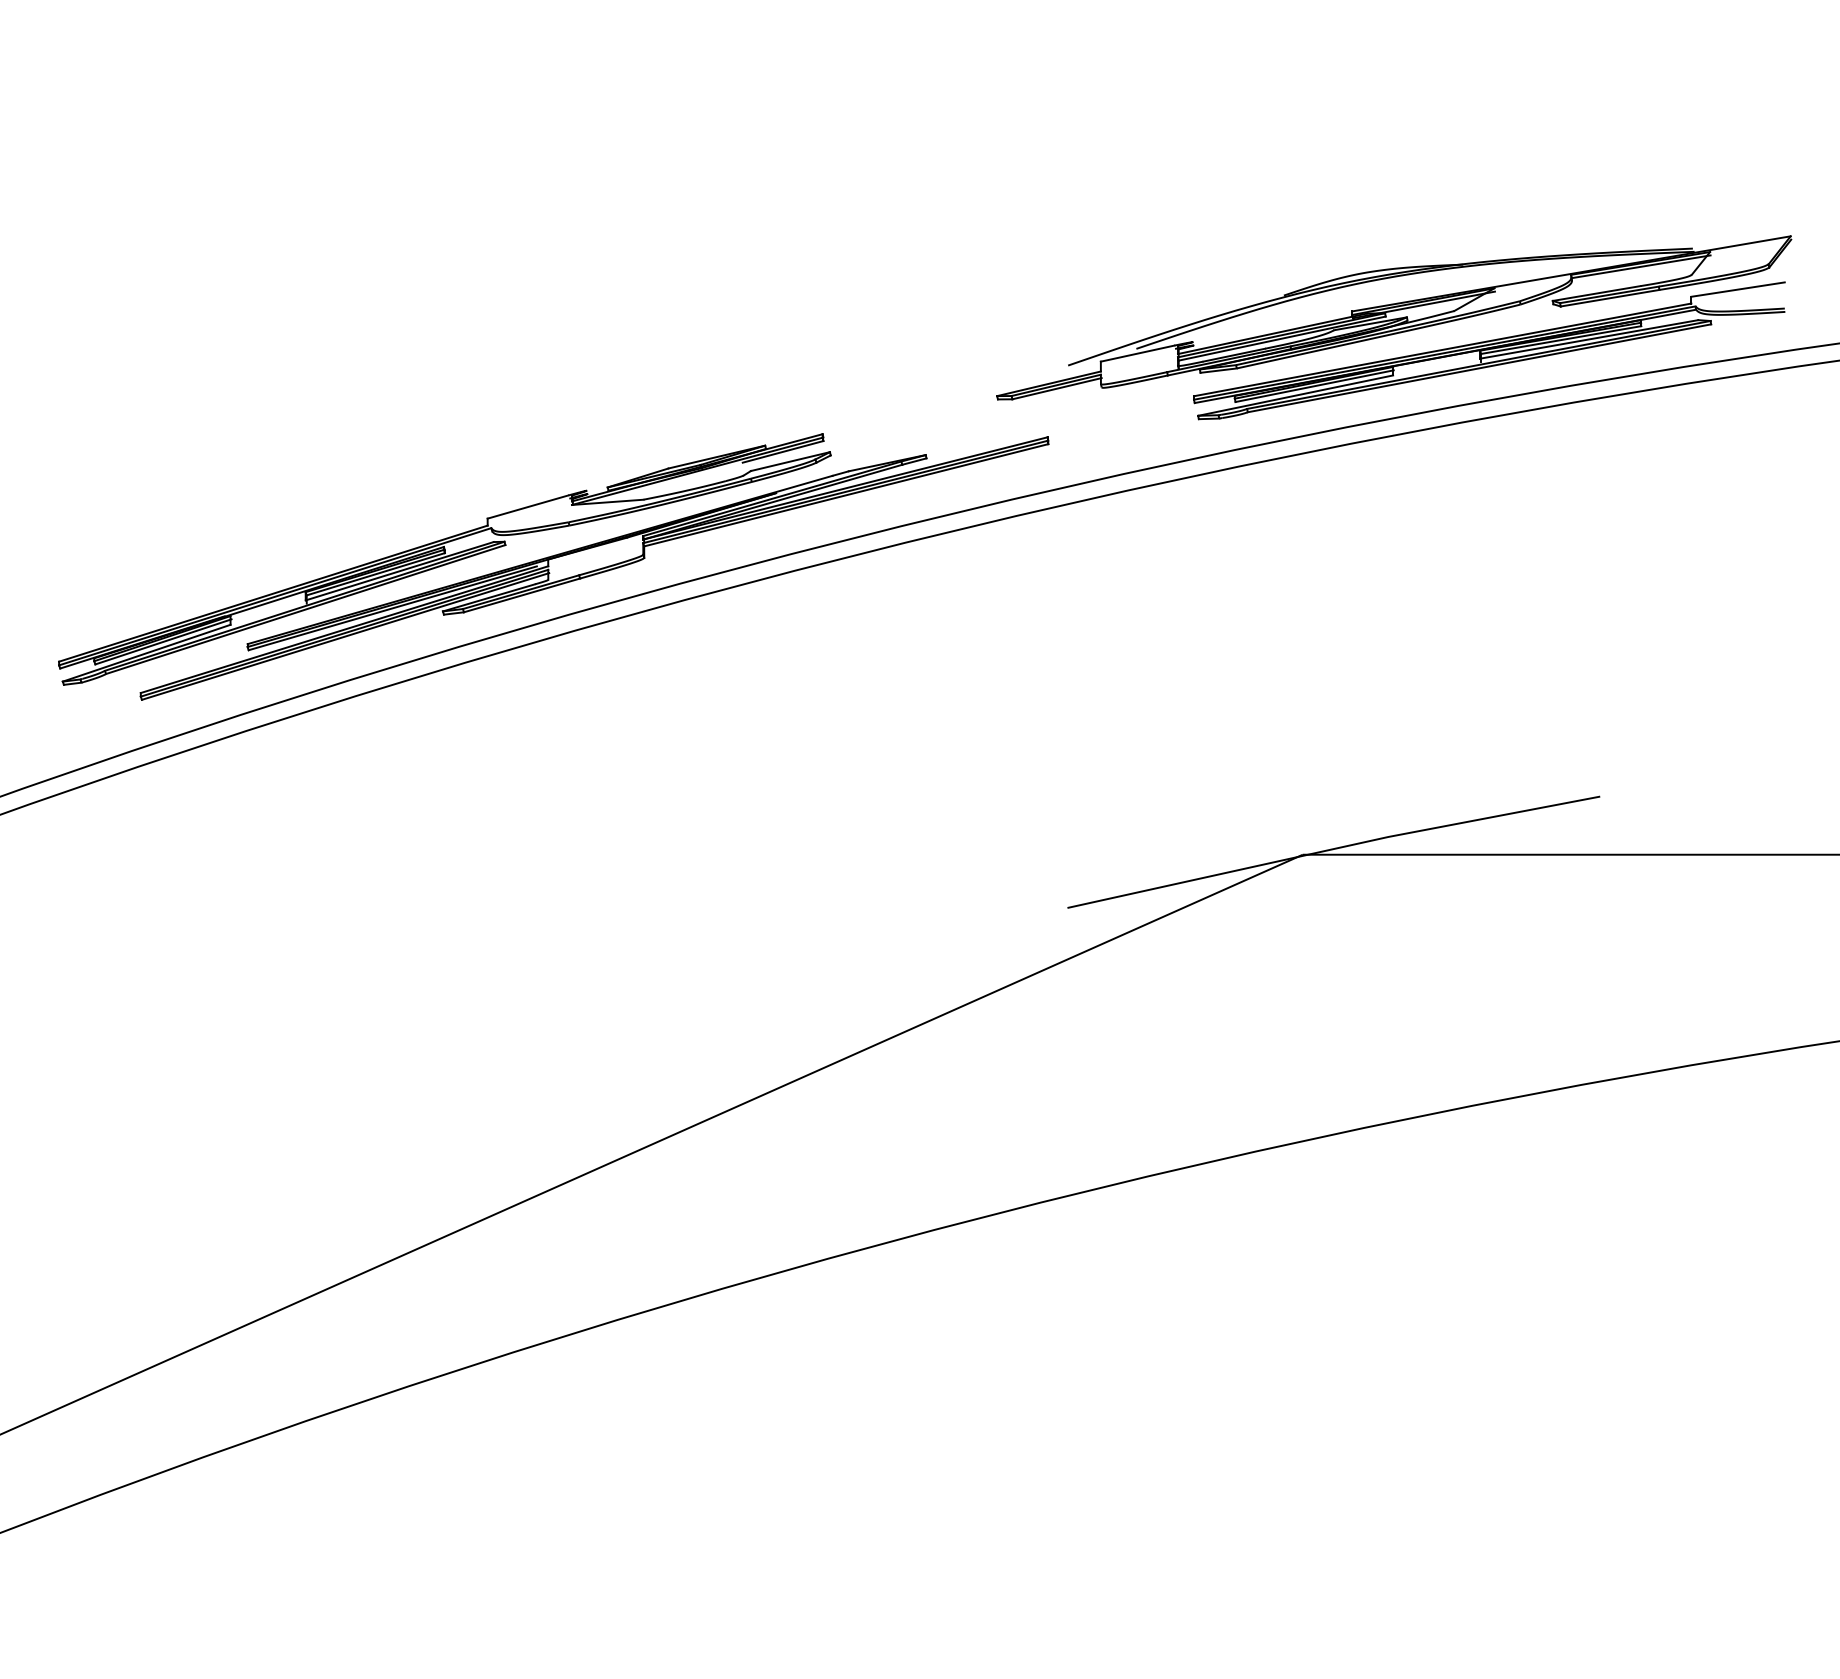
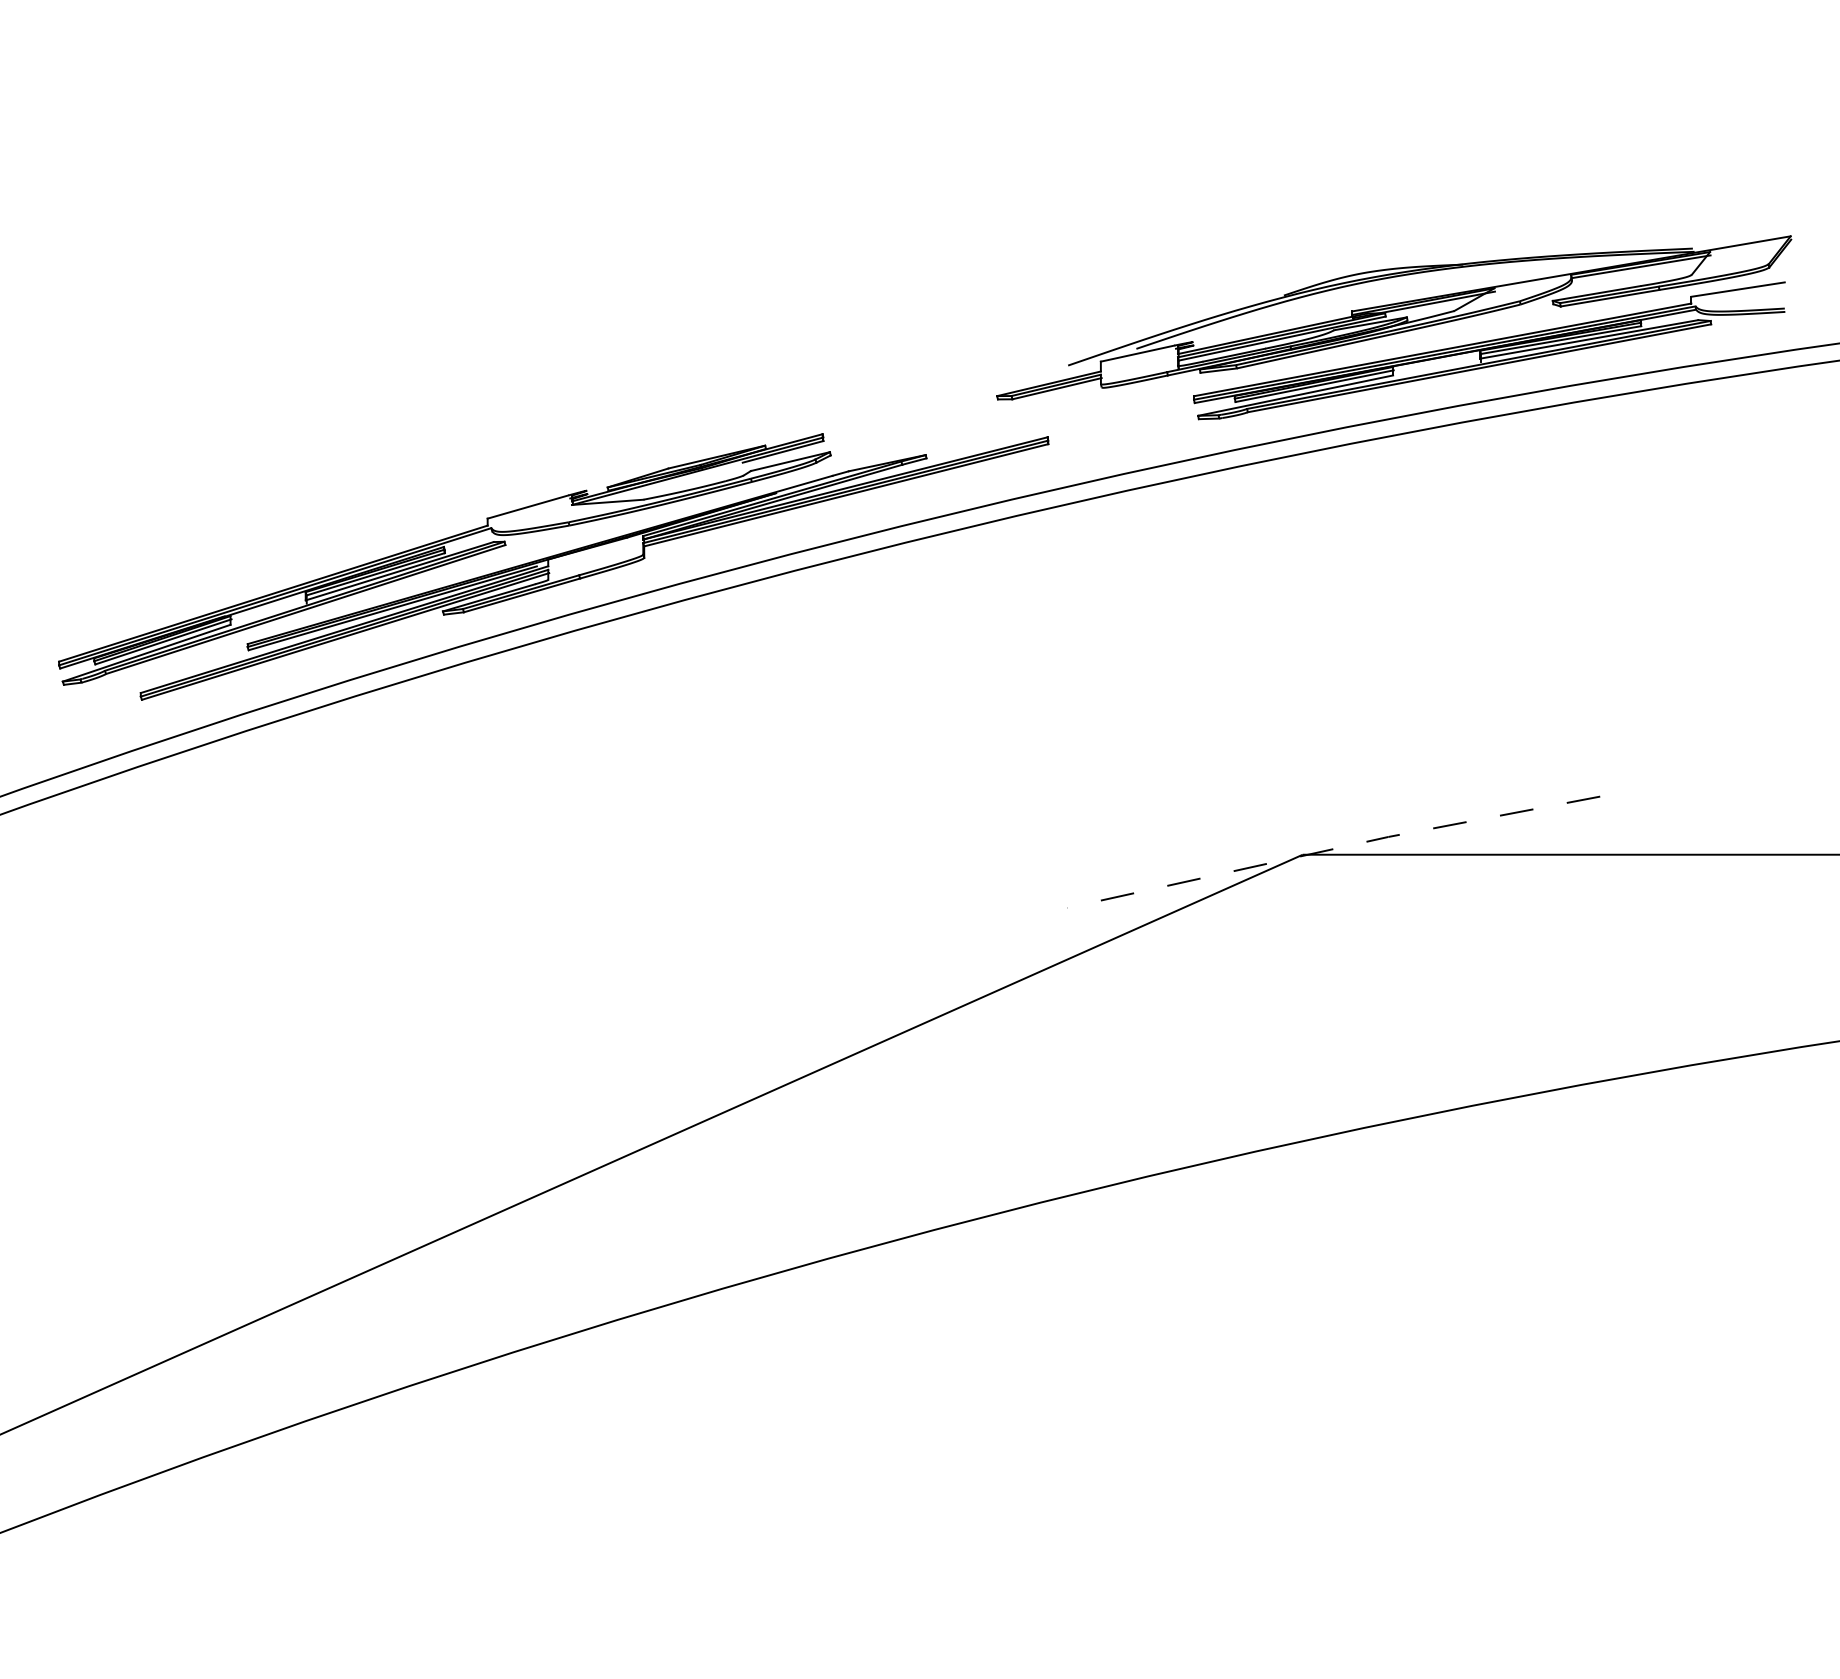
line at (1333, 849): solid -> dashed
